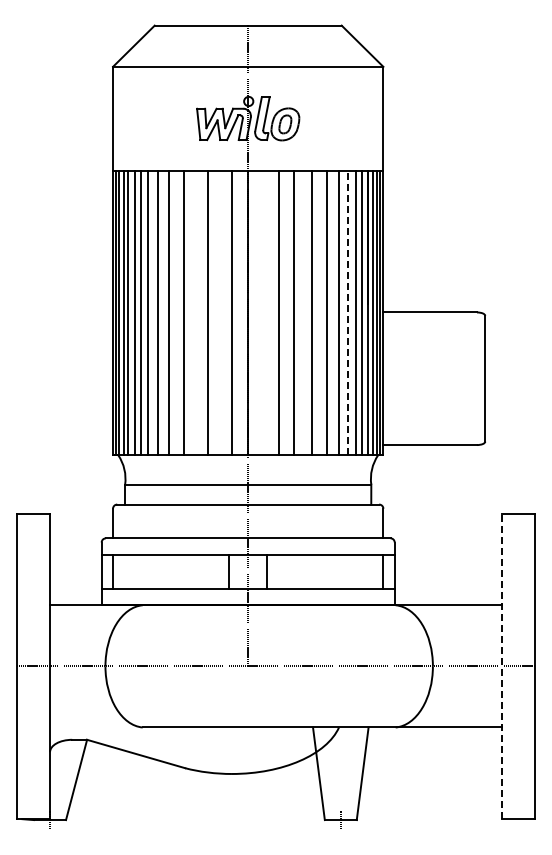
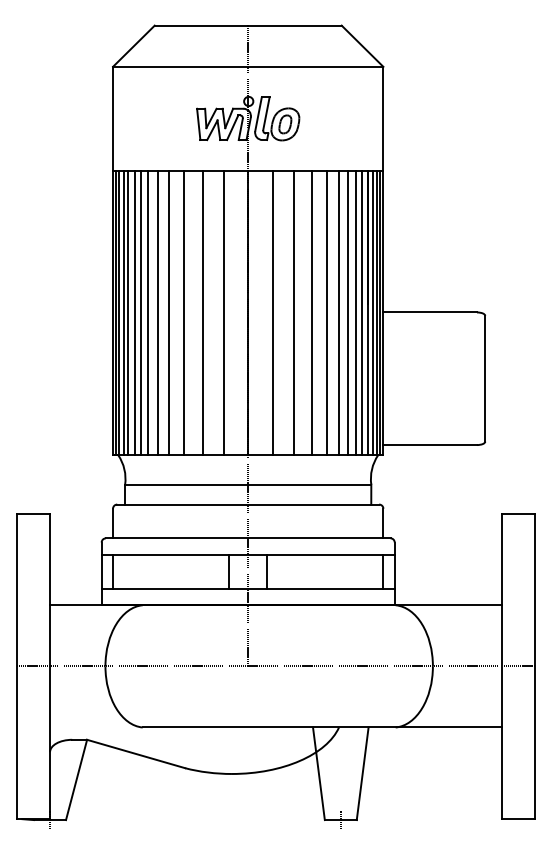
line at (207, 312) position: (207, 312) -> (202, 312)
line at (231, 312) position: (231, 312) -> (223, 312)
line at (278, 312) position: (278, 312) -> (272, 312)
line at (348, 312): dashed -> solid
line at (501, 666): dashed -> solid
